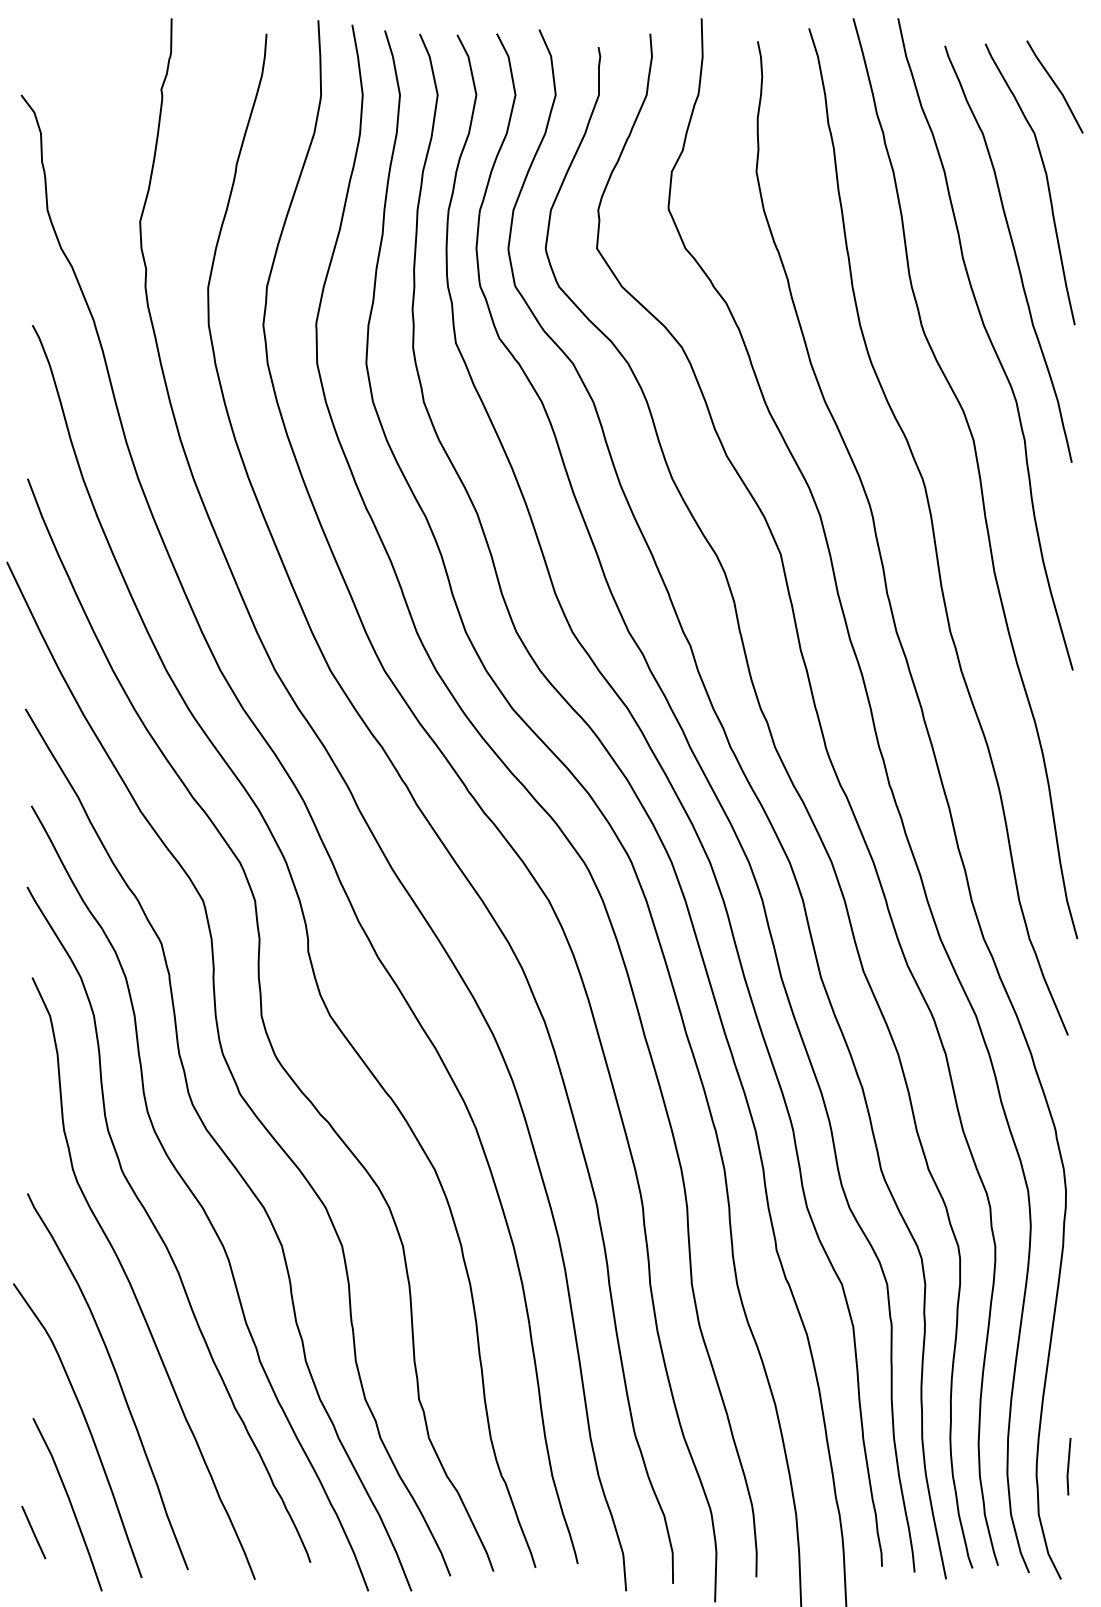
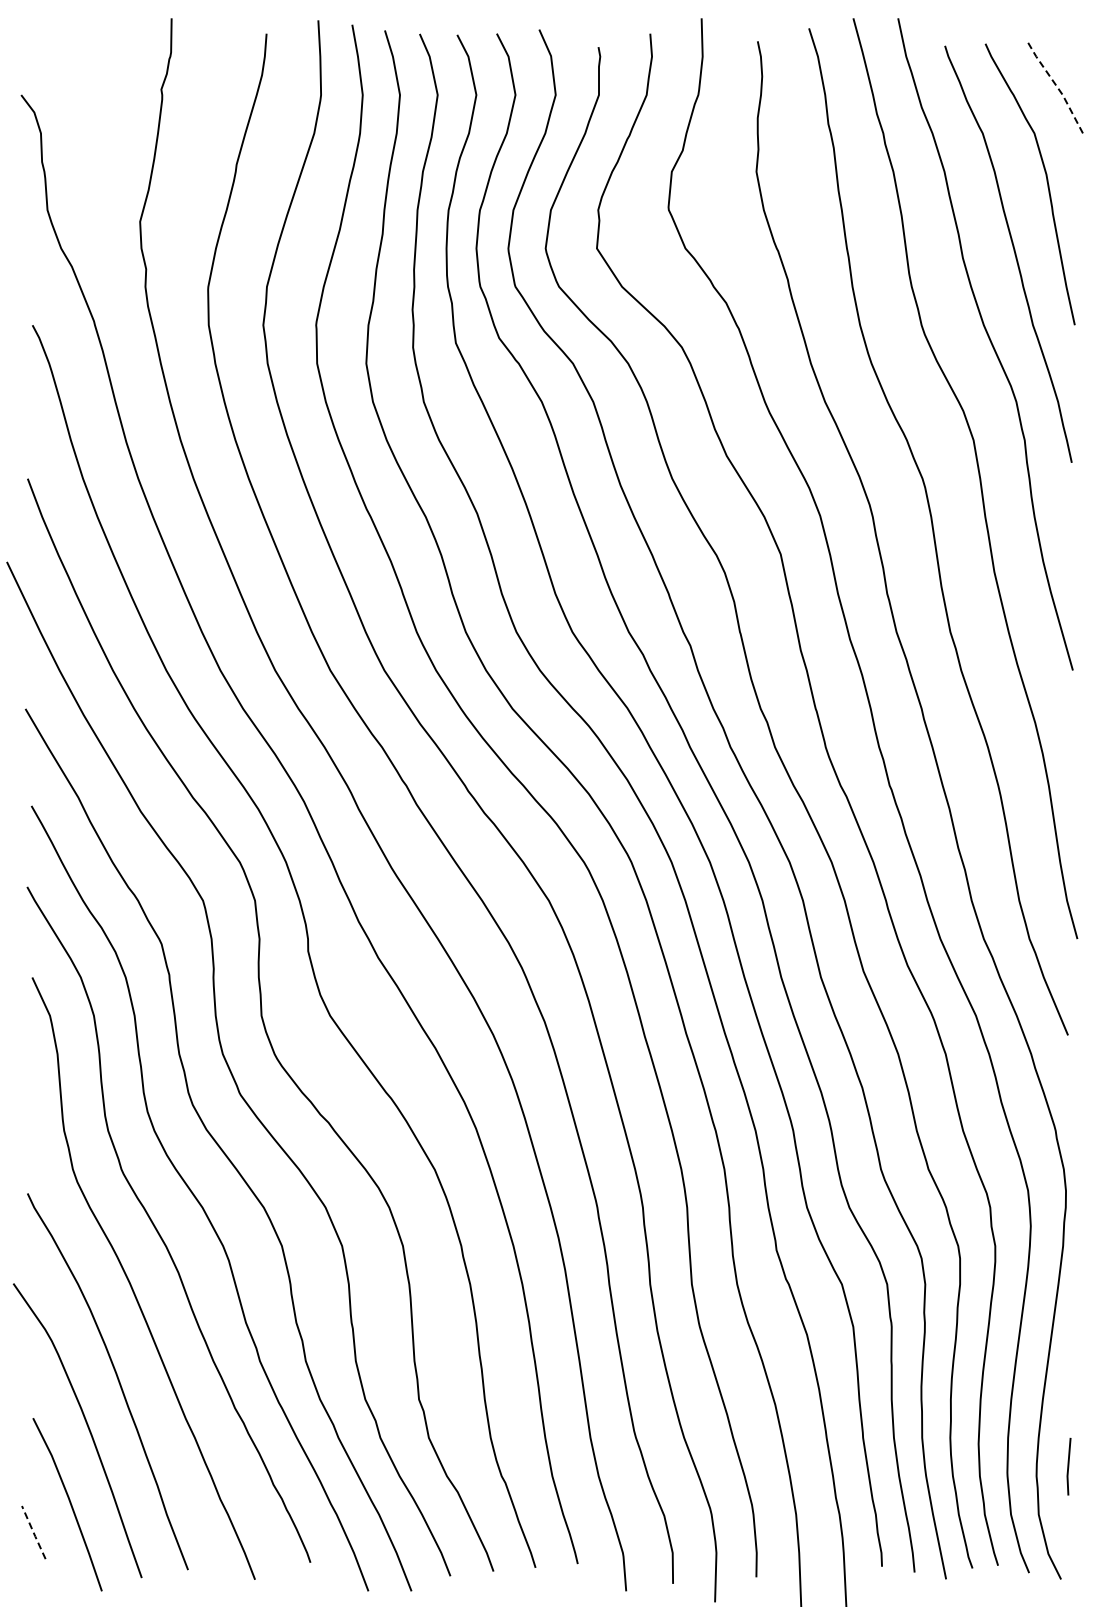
line at (1056, 86): solid -> dashed
line at (33, 1532): solid -> dashed
